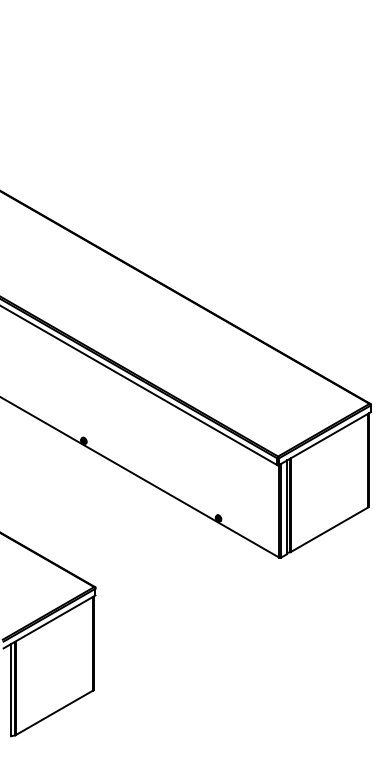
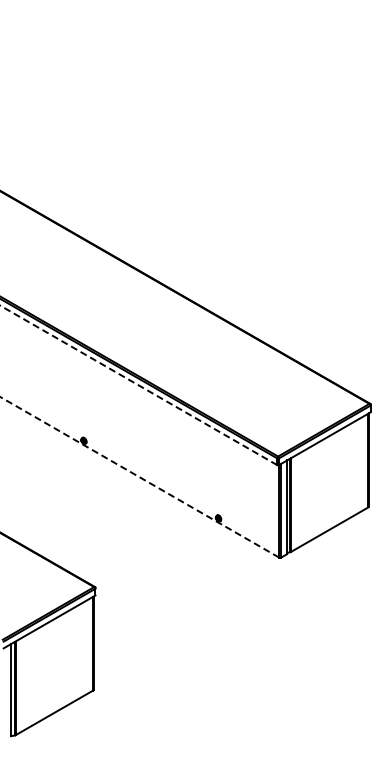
line at (138, 385): solid -> dashed
line at (139, 477): solid -> dashed
